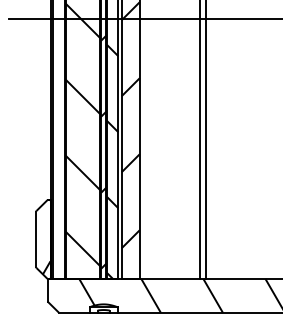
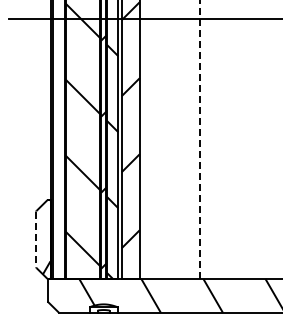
line at (200, 139): solid -> dashed
line at (205, 140): present -> none
line at (36, 239): solid -> dashed
